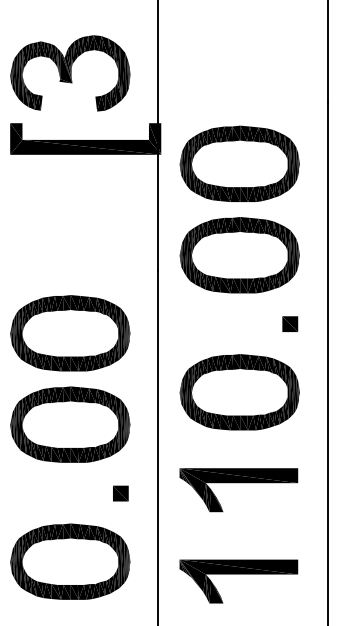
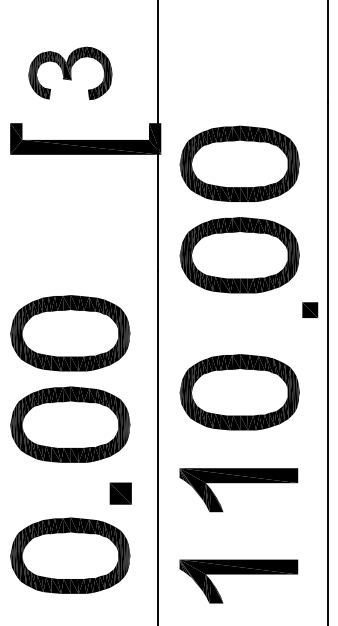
part at (70, 73) size: 121x77 px -> 85x54 px
part at (290, 323) position: (290, 323) -> (310, 309)
part at (120, 493) size: 16x17 px -> 23x23 px
part at (70, 561) position: (70, 561) -> (70, 555)
